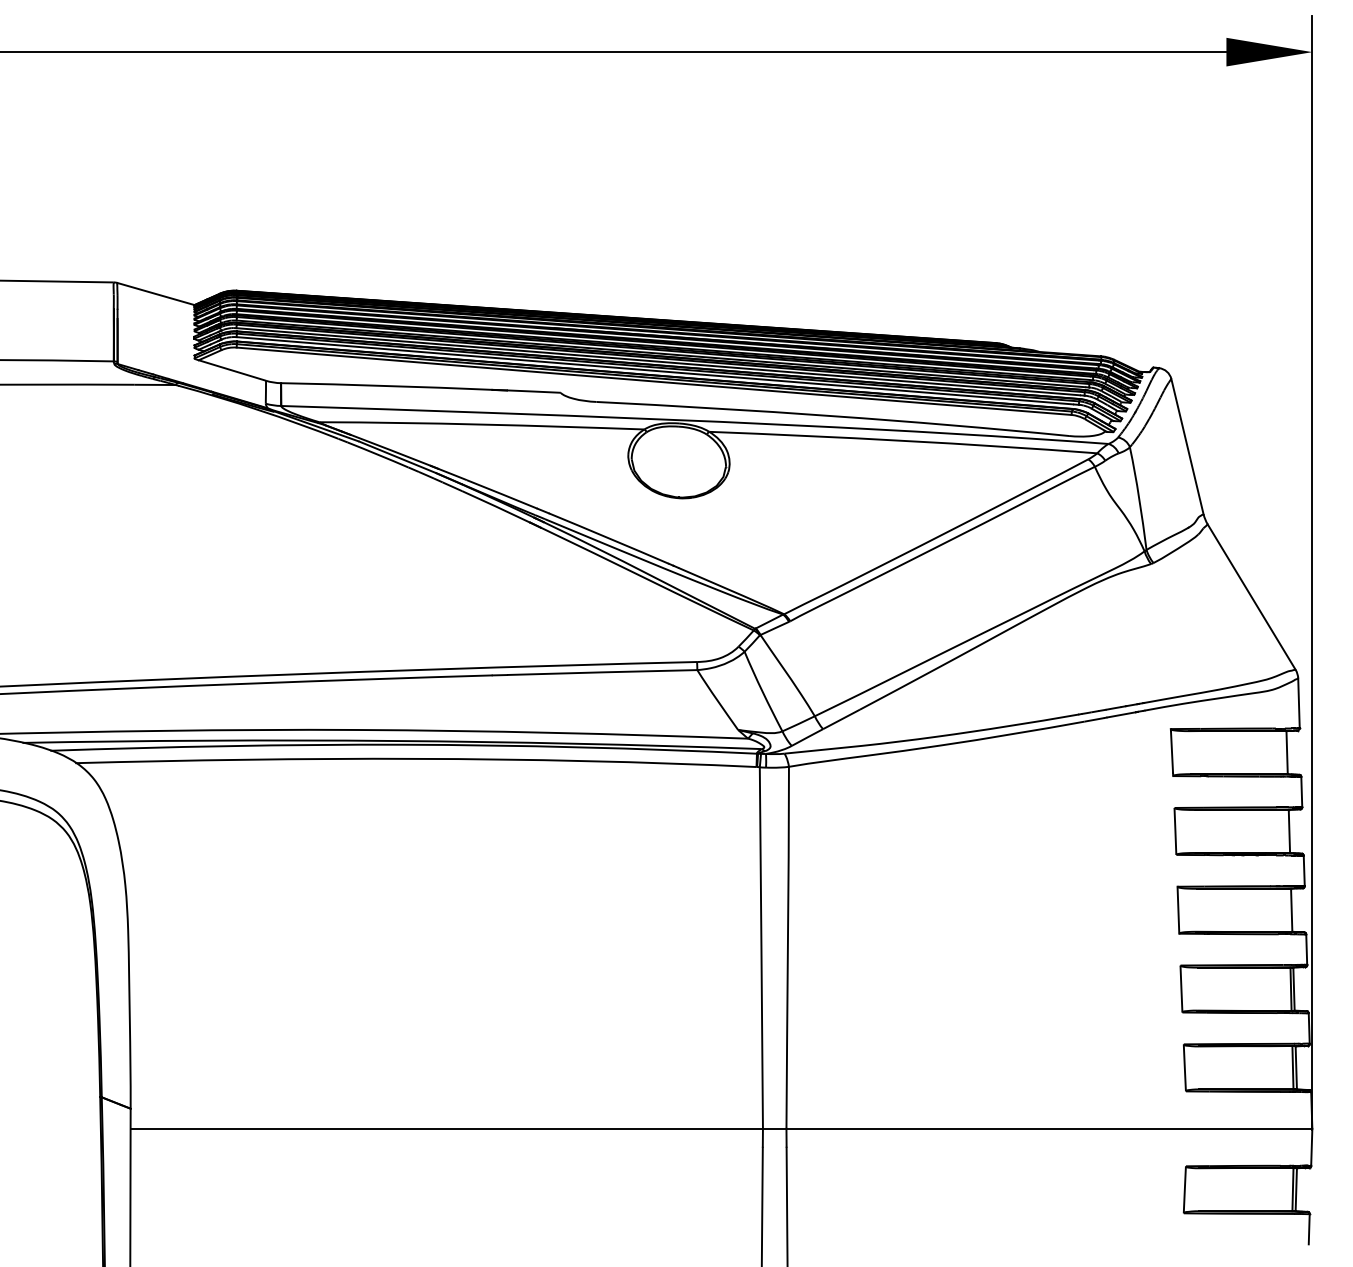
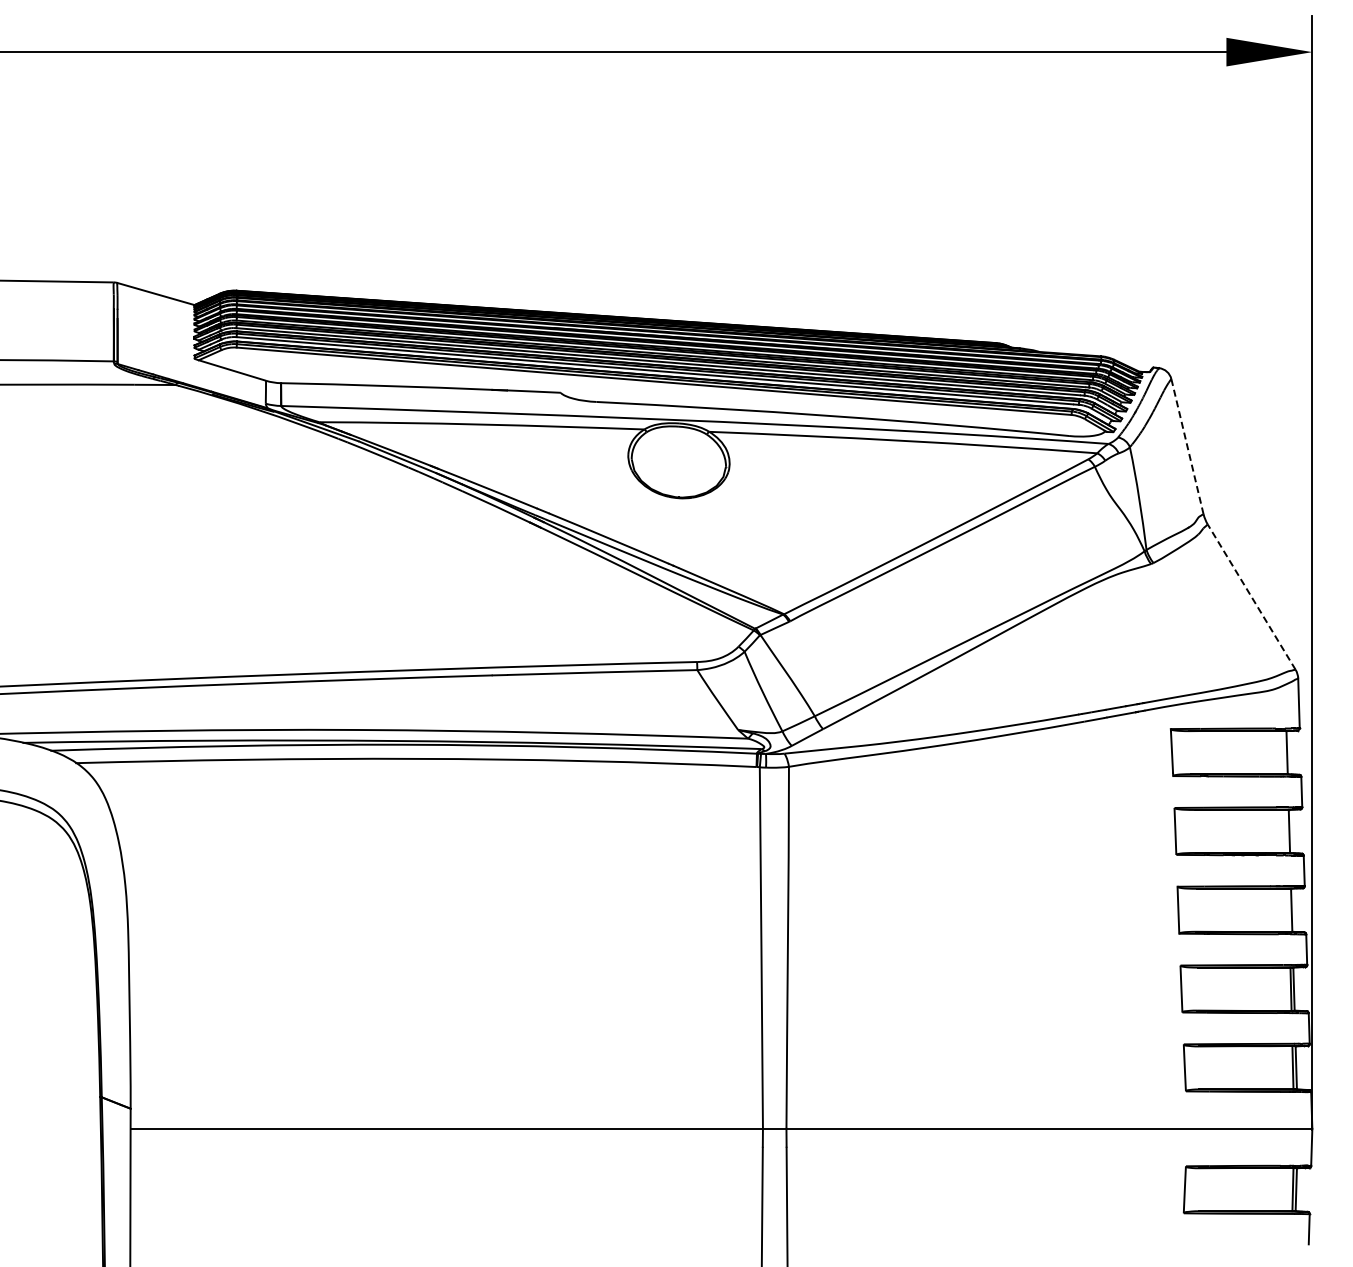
line at (1187, 447): solid -> dashed
line at (1251, 597): solid -> dashed
